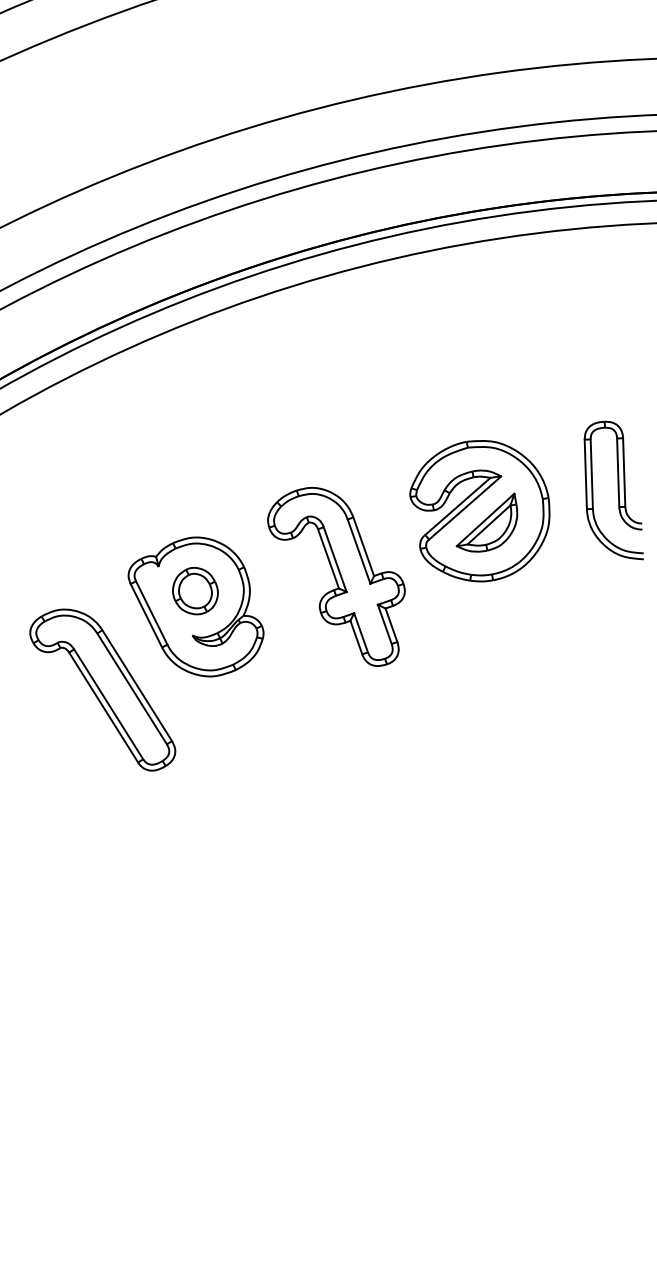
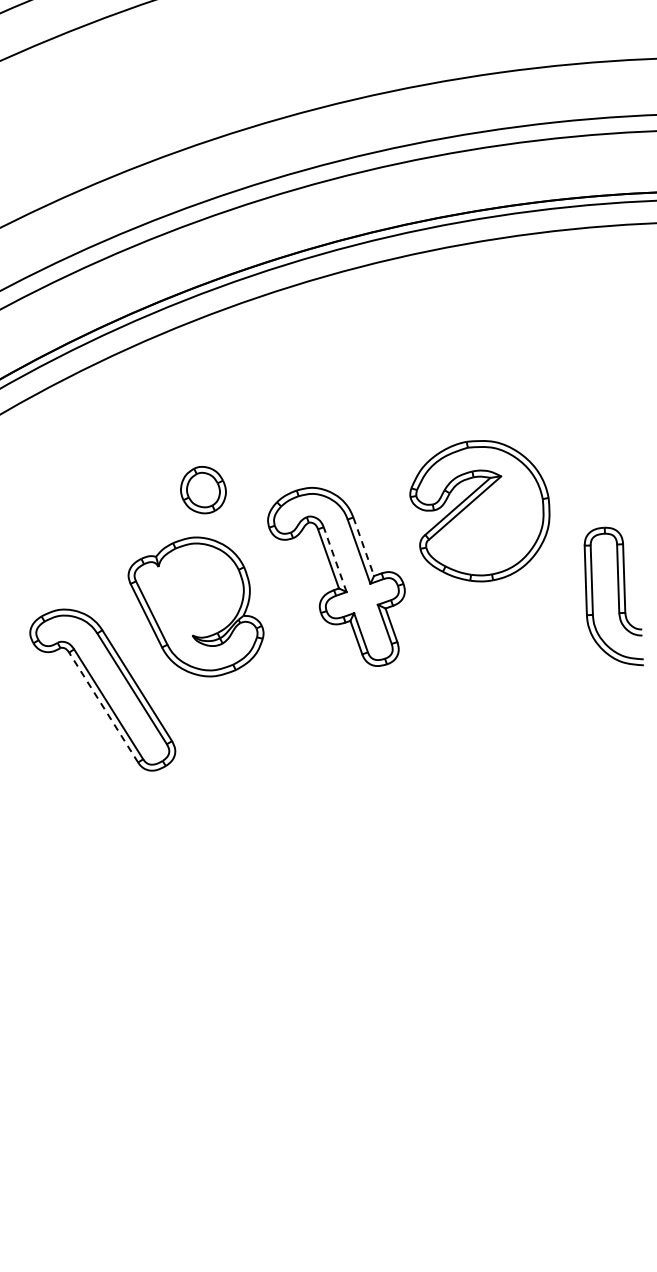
part at (613, 490) position: (613, 490) -> (613, 596)
part at (486, 522): present -> none
line at (363, 547): solid -> dashed
line at (335, 559): solid -> dashed
part at (195, 591) position: (195, 591) -> (203, 490)
line at (103, 707): solid -> dashed
